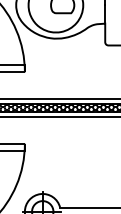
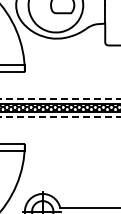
line at (60, 99): solid -> dashed
line at (60, 116): solid -> dashed
